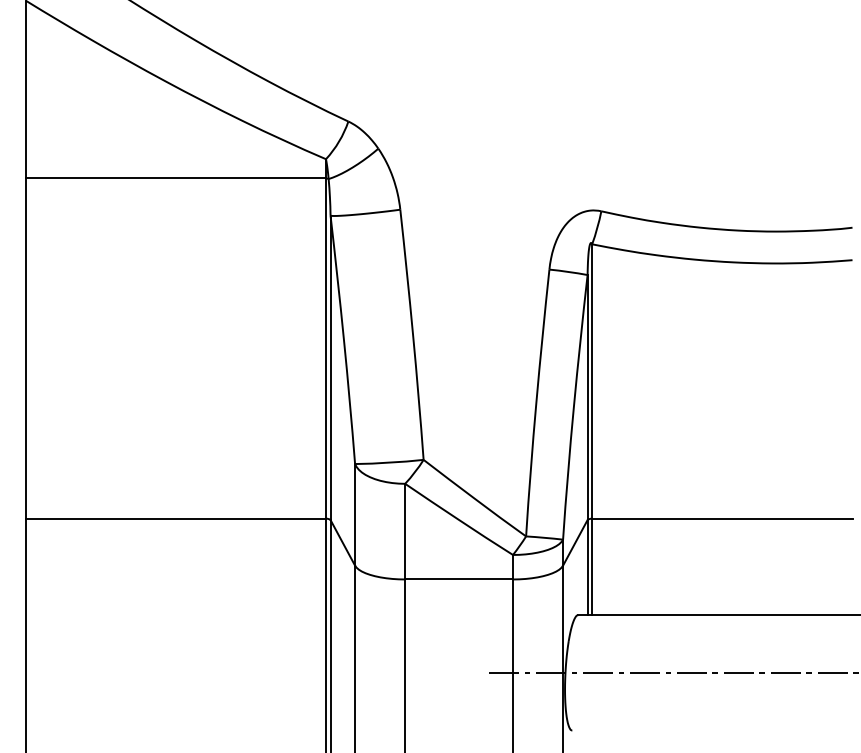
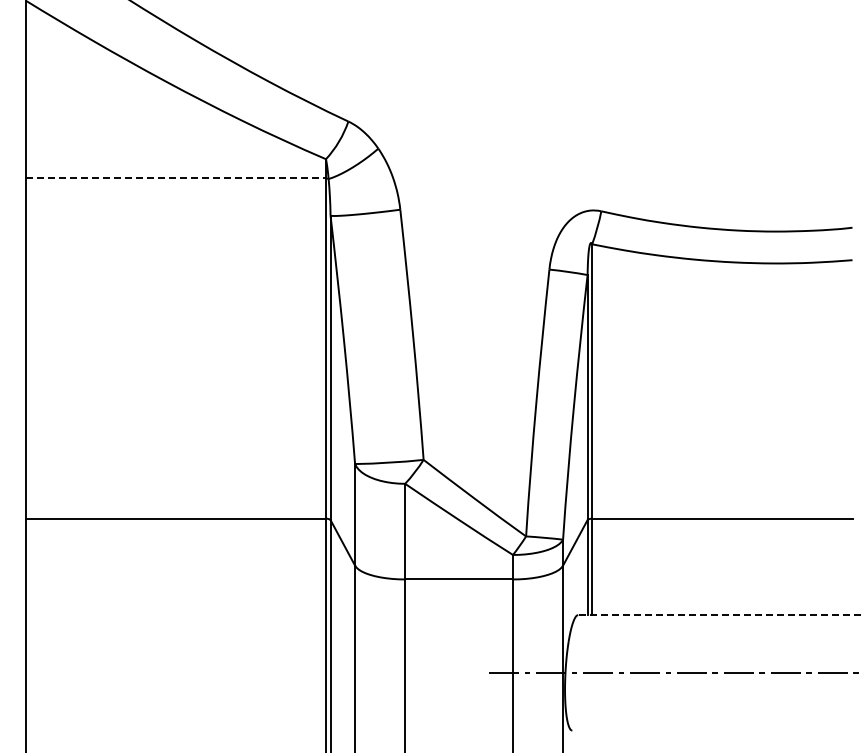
line at (176, 178): solid -> dashed
line at (719, 615): solid -> dashed
